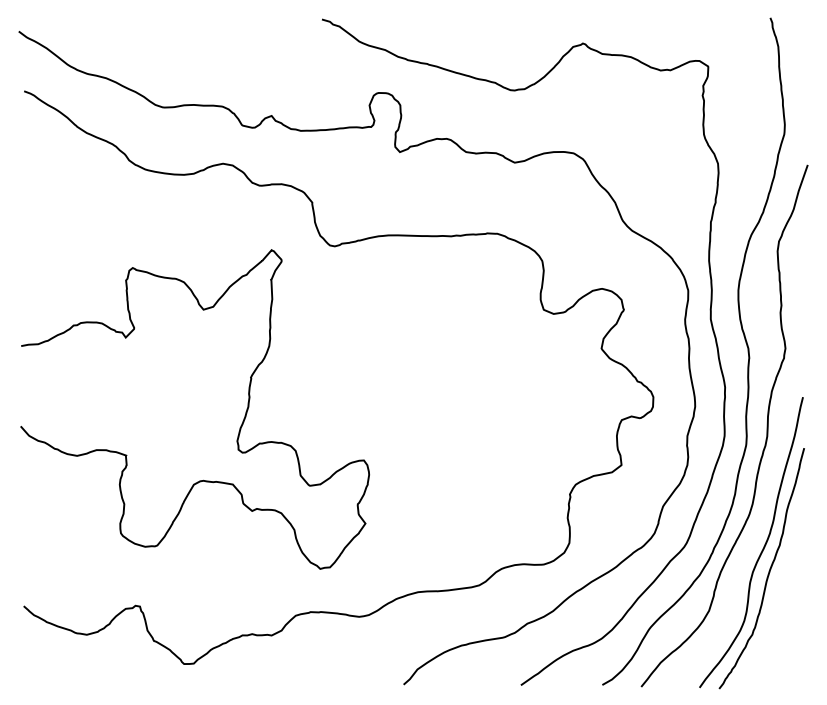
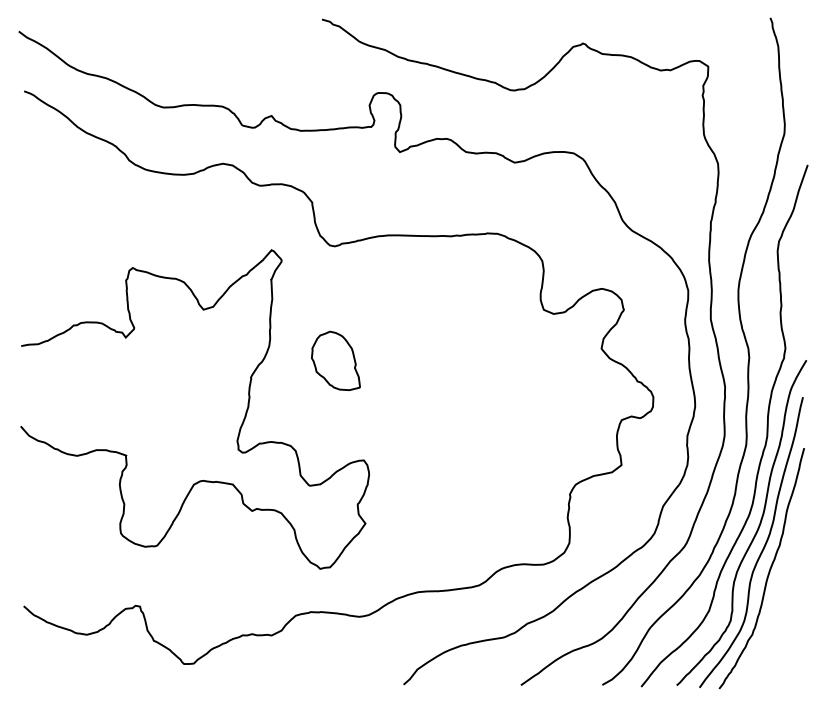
part at (335, 360): none -> present
curve at (757, 527): none -> present
